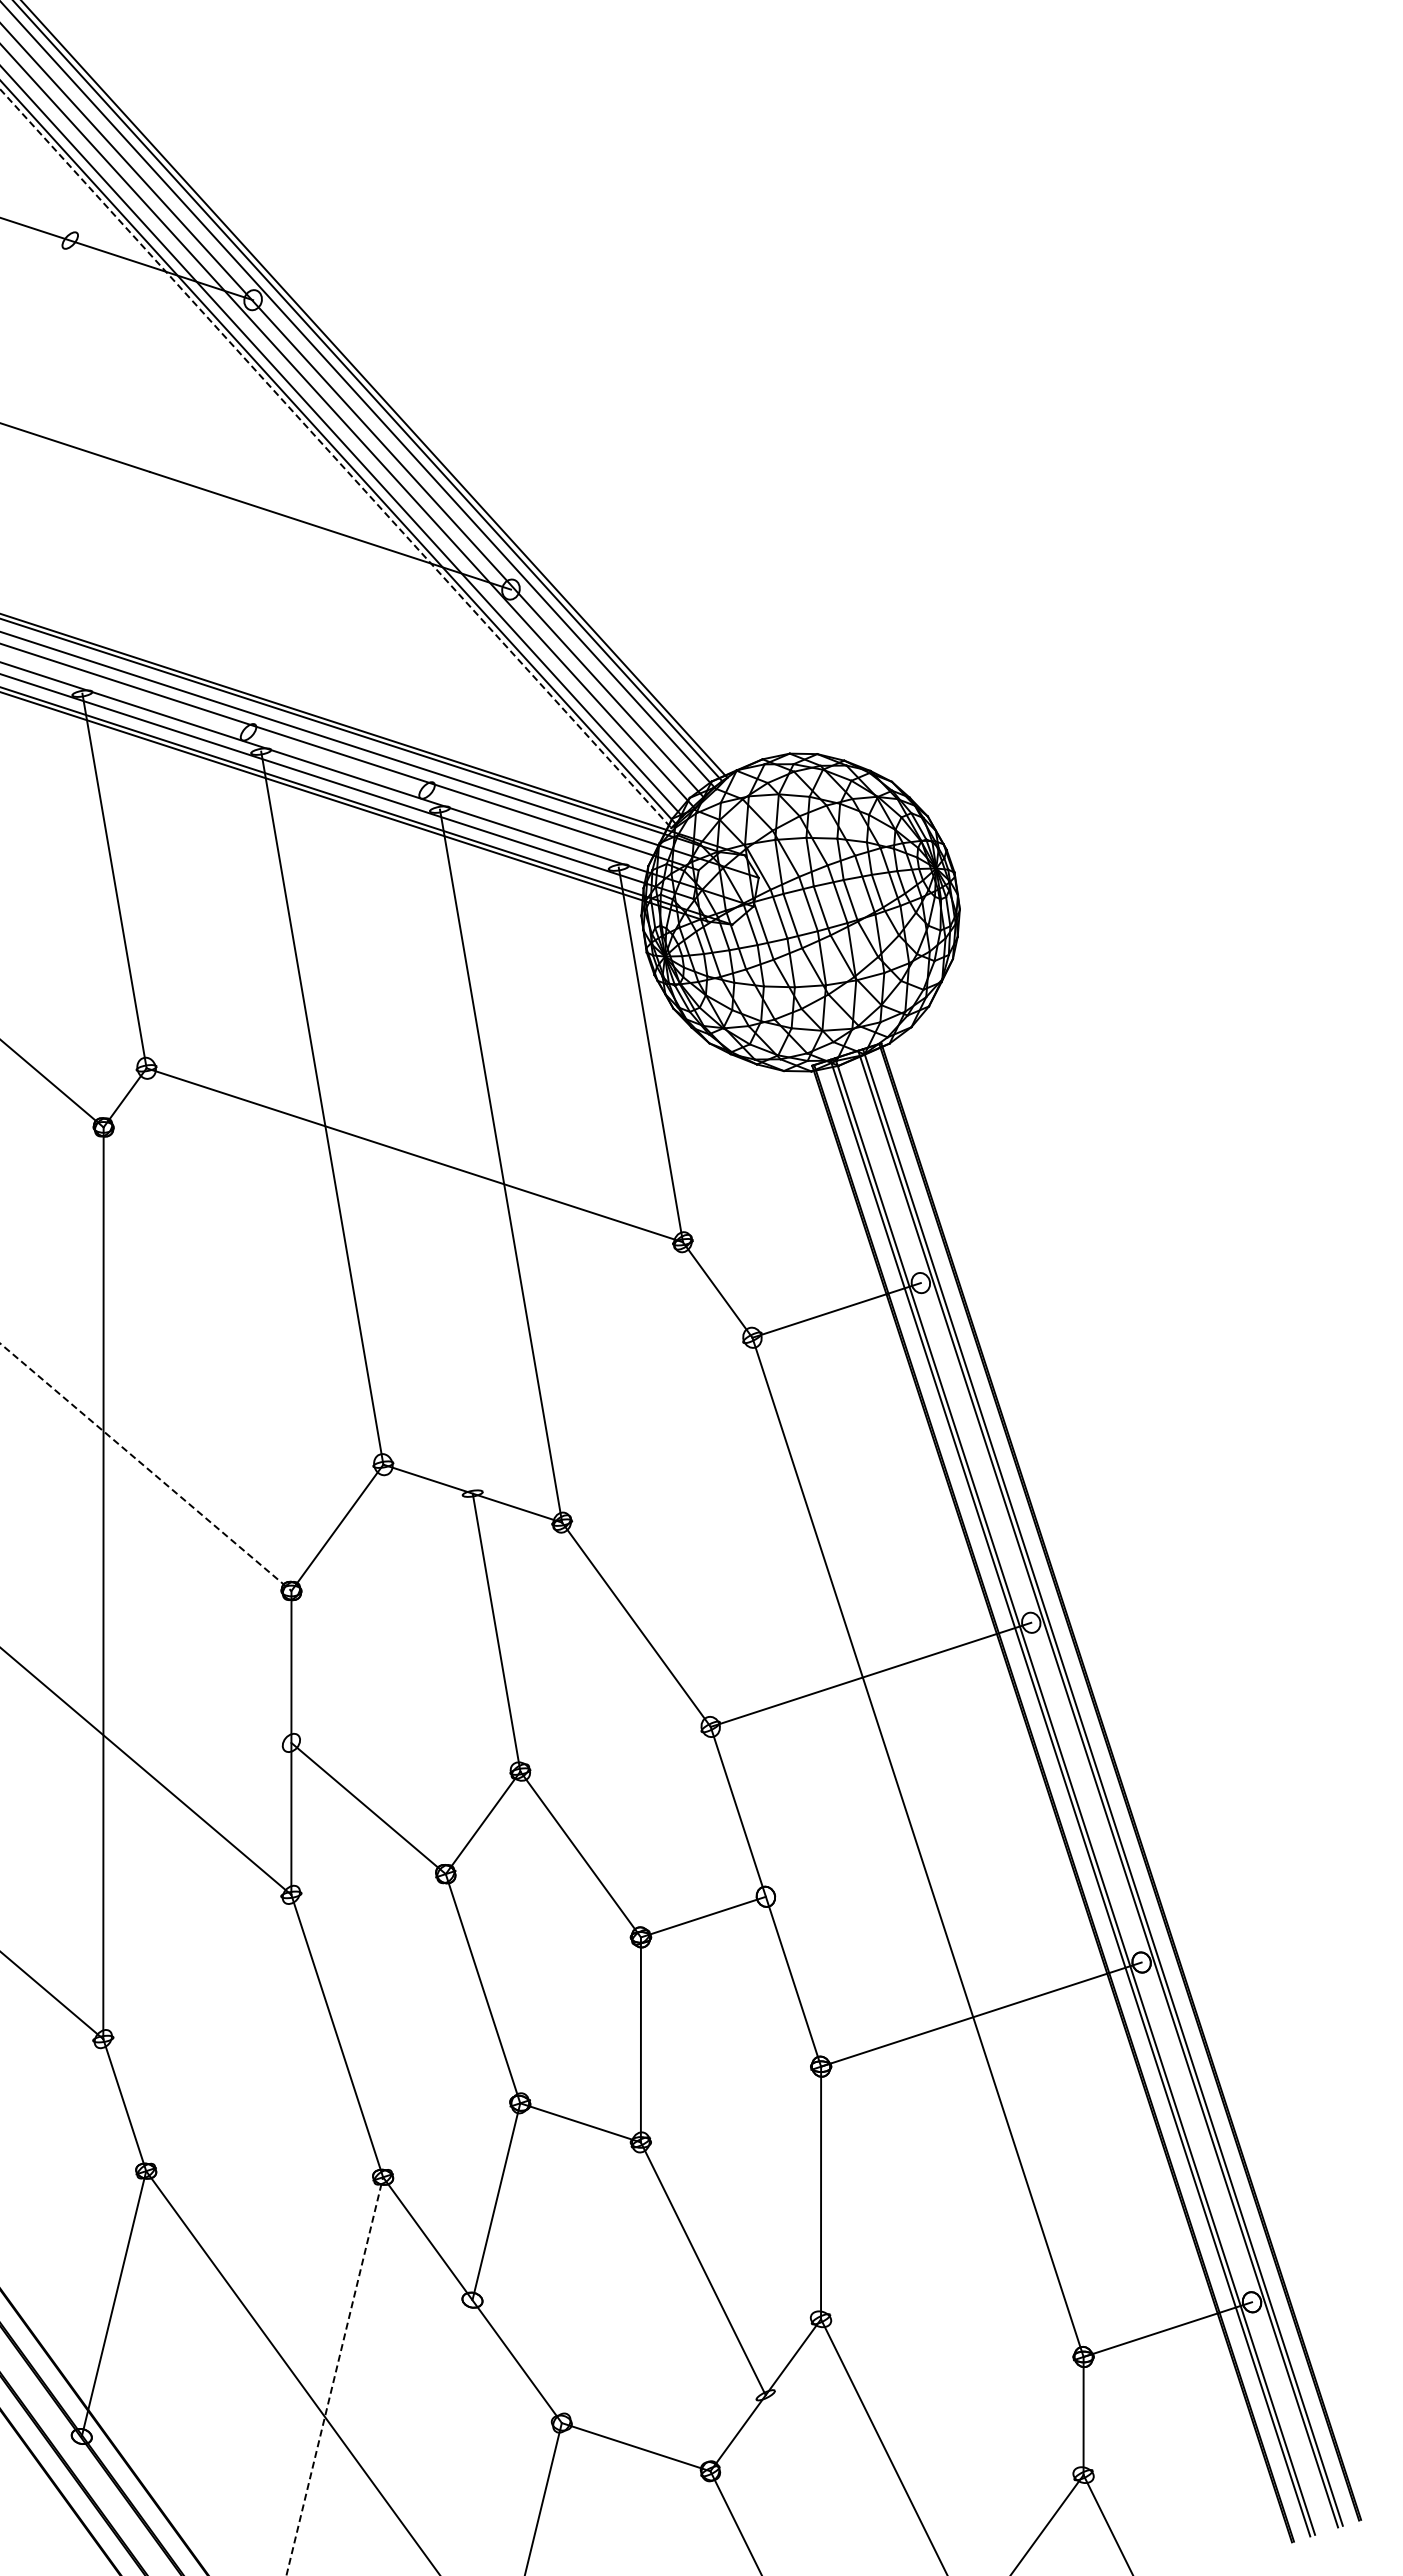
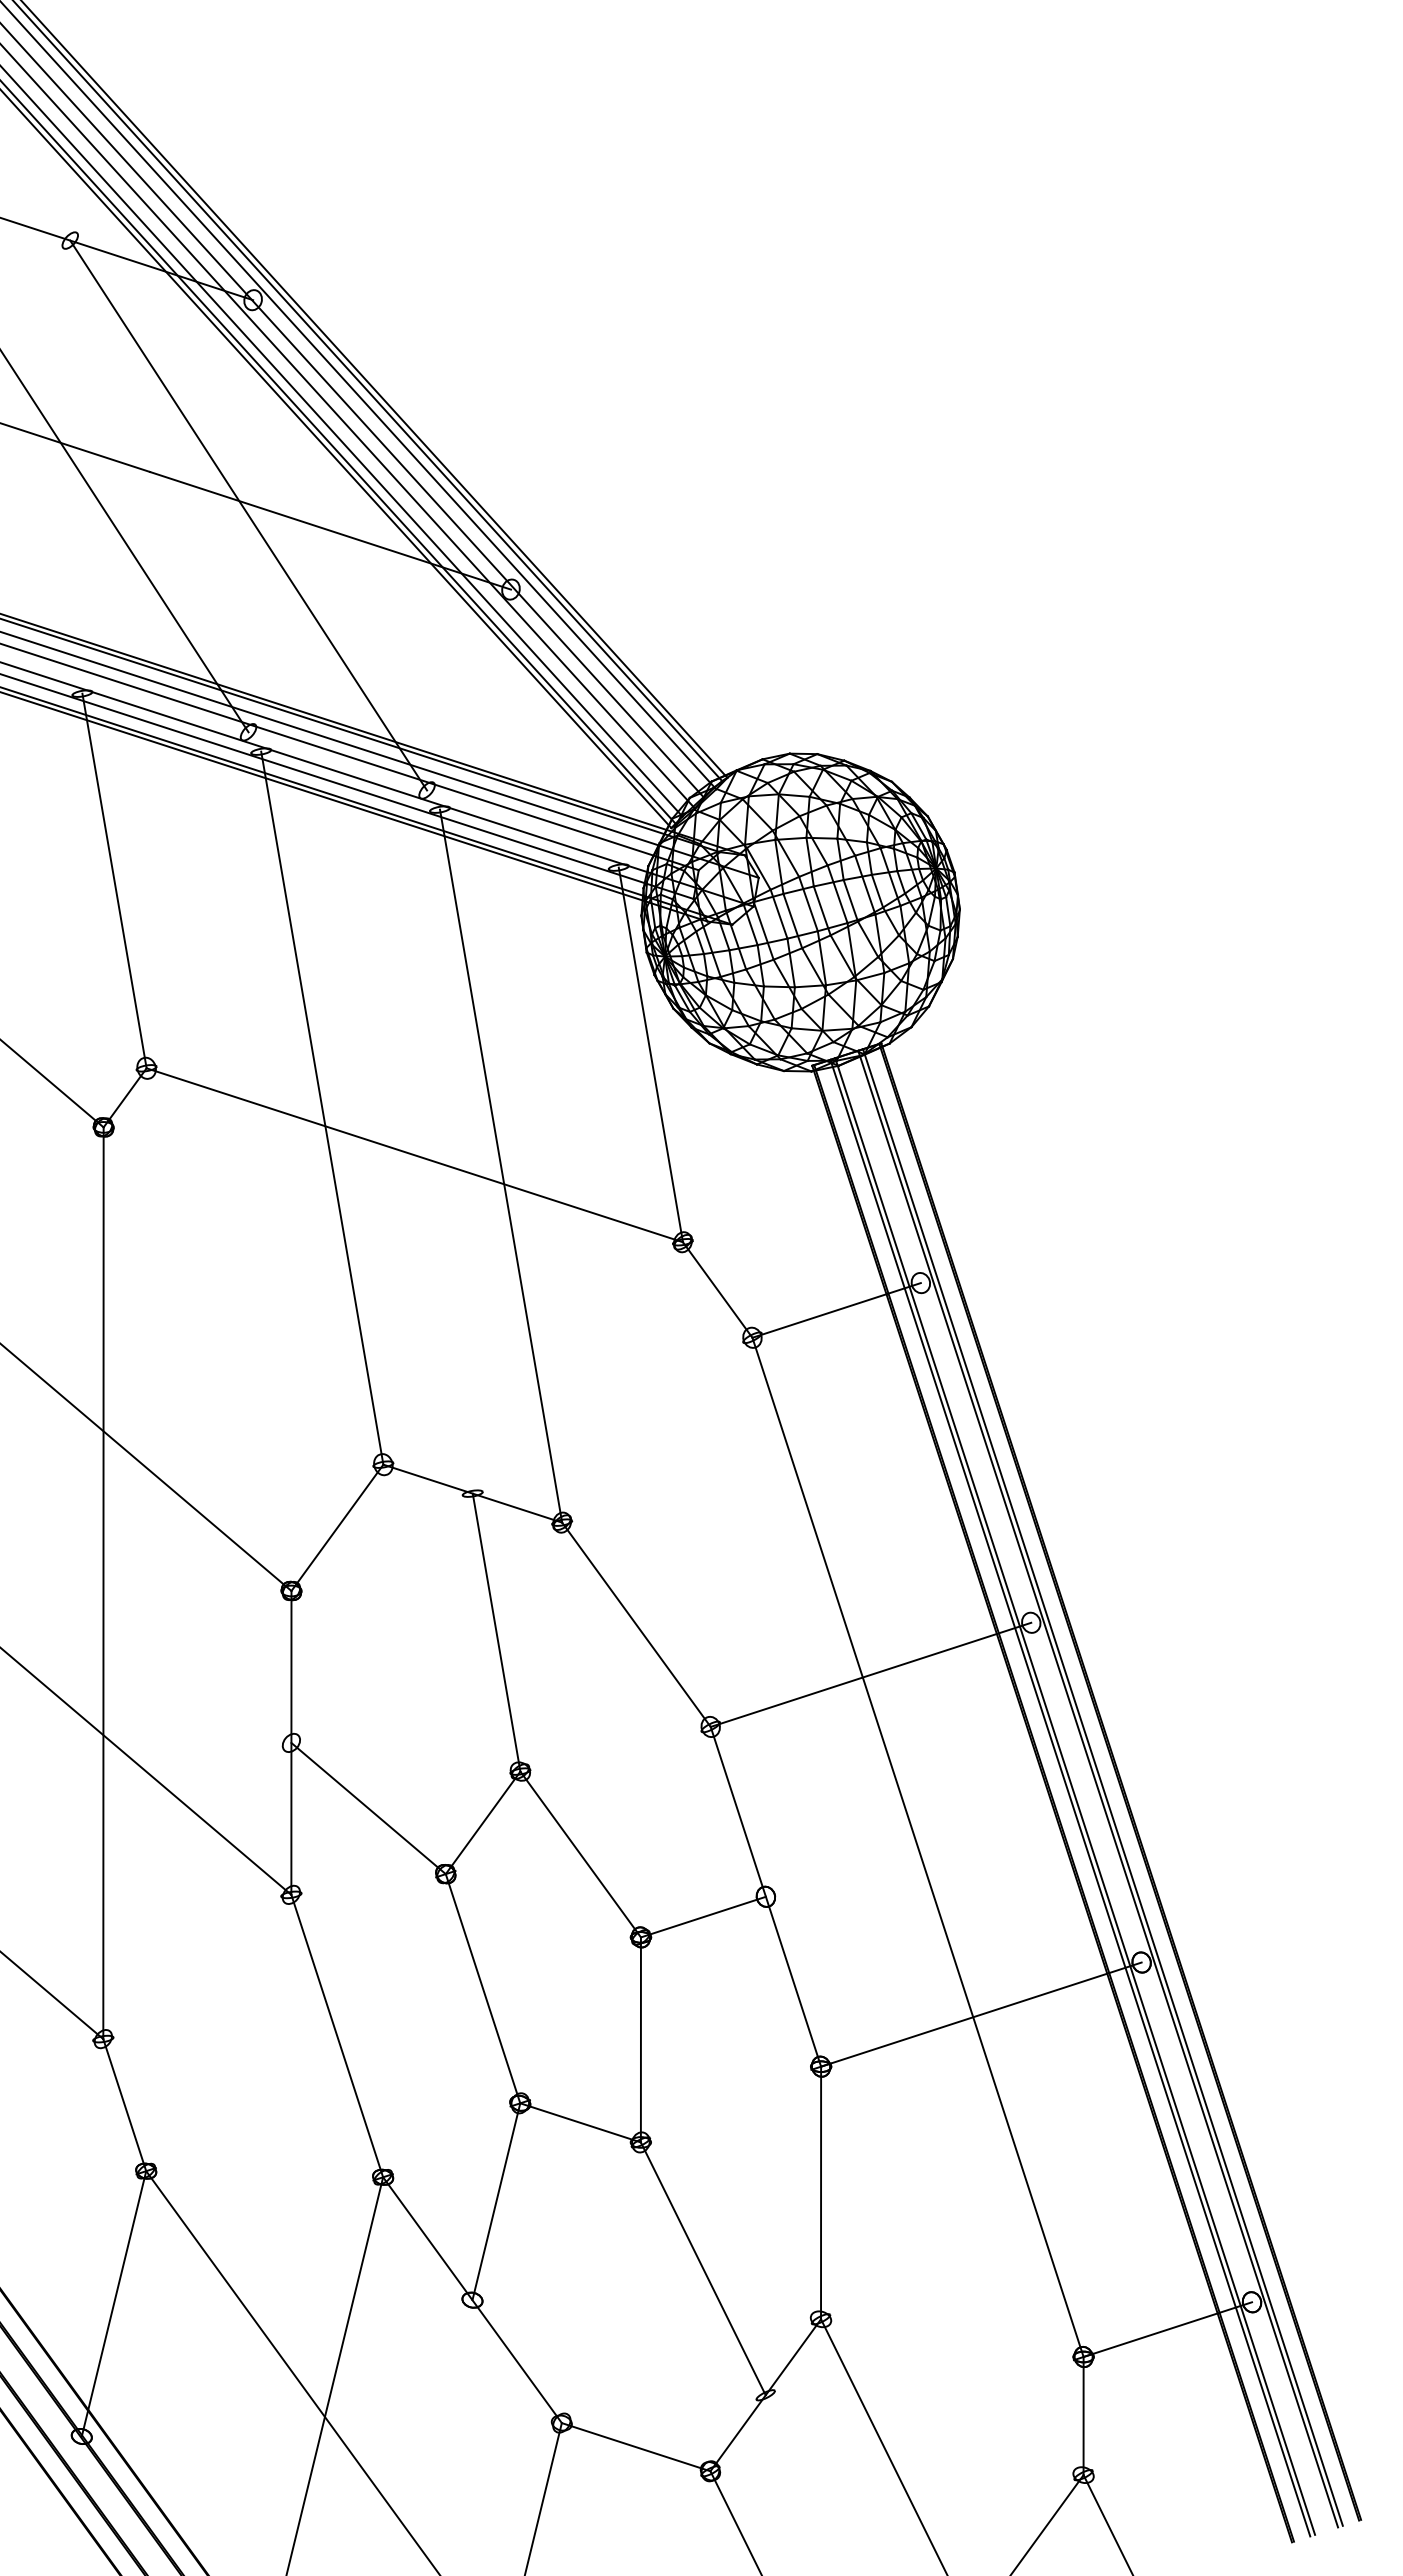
line at (335, 458): dashed -> solid
line at (248, 515): none -> present
line at (125, 542): none -> present
line at (146, 1467): dashed -> solid
line at (334, 2376): dashed -> solid
